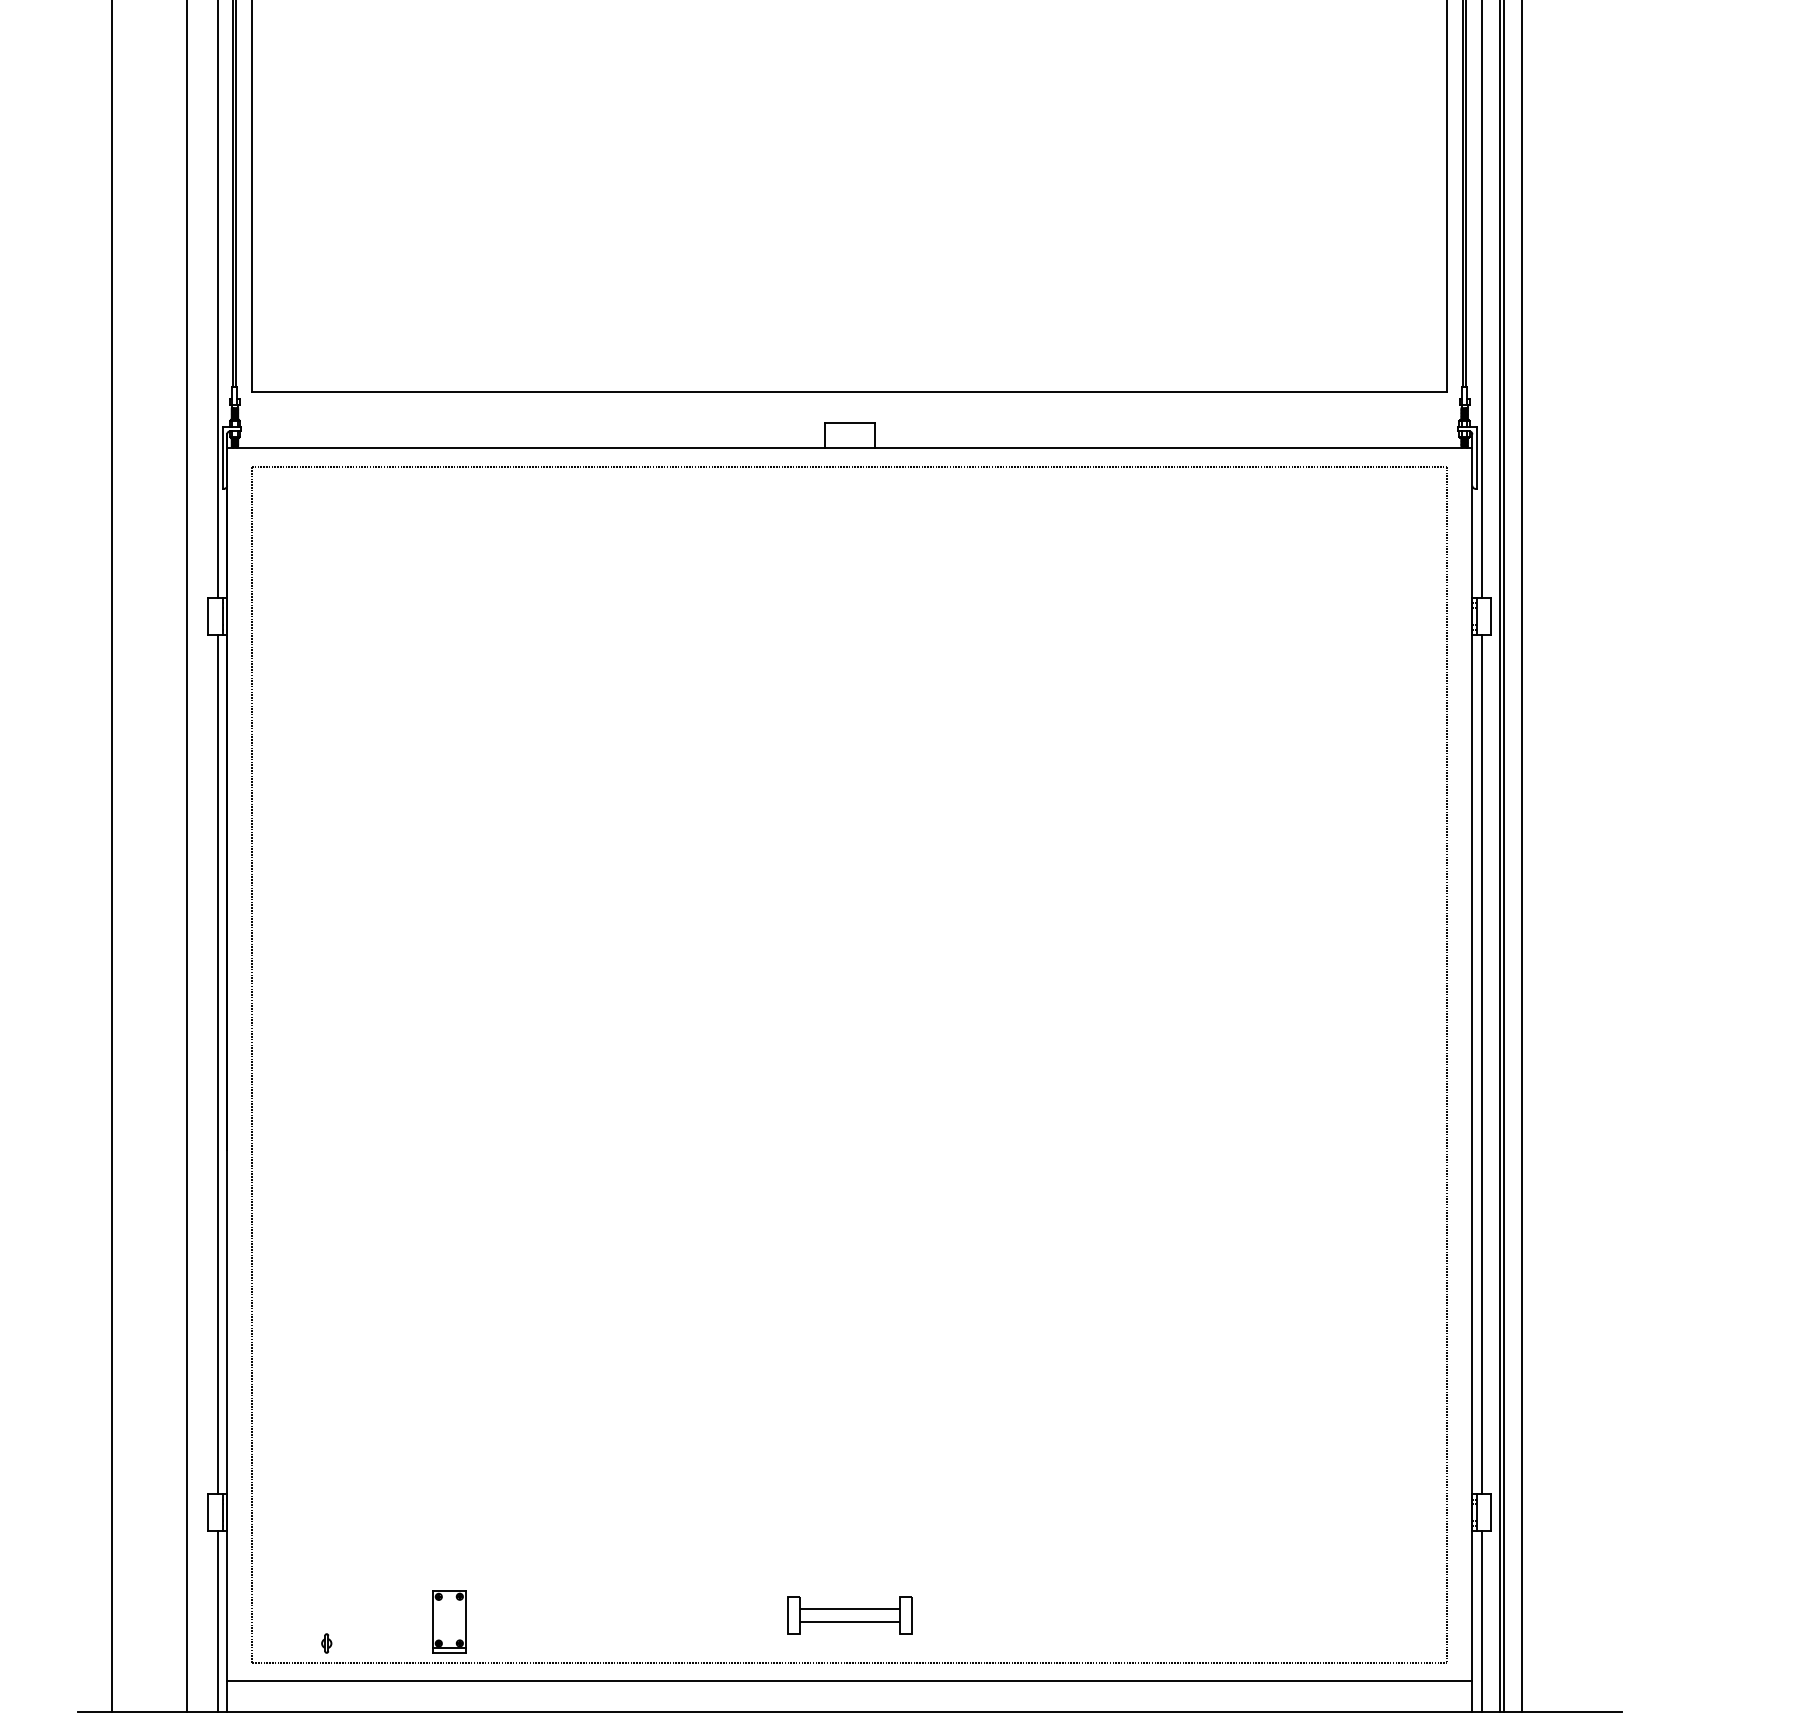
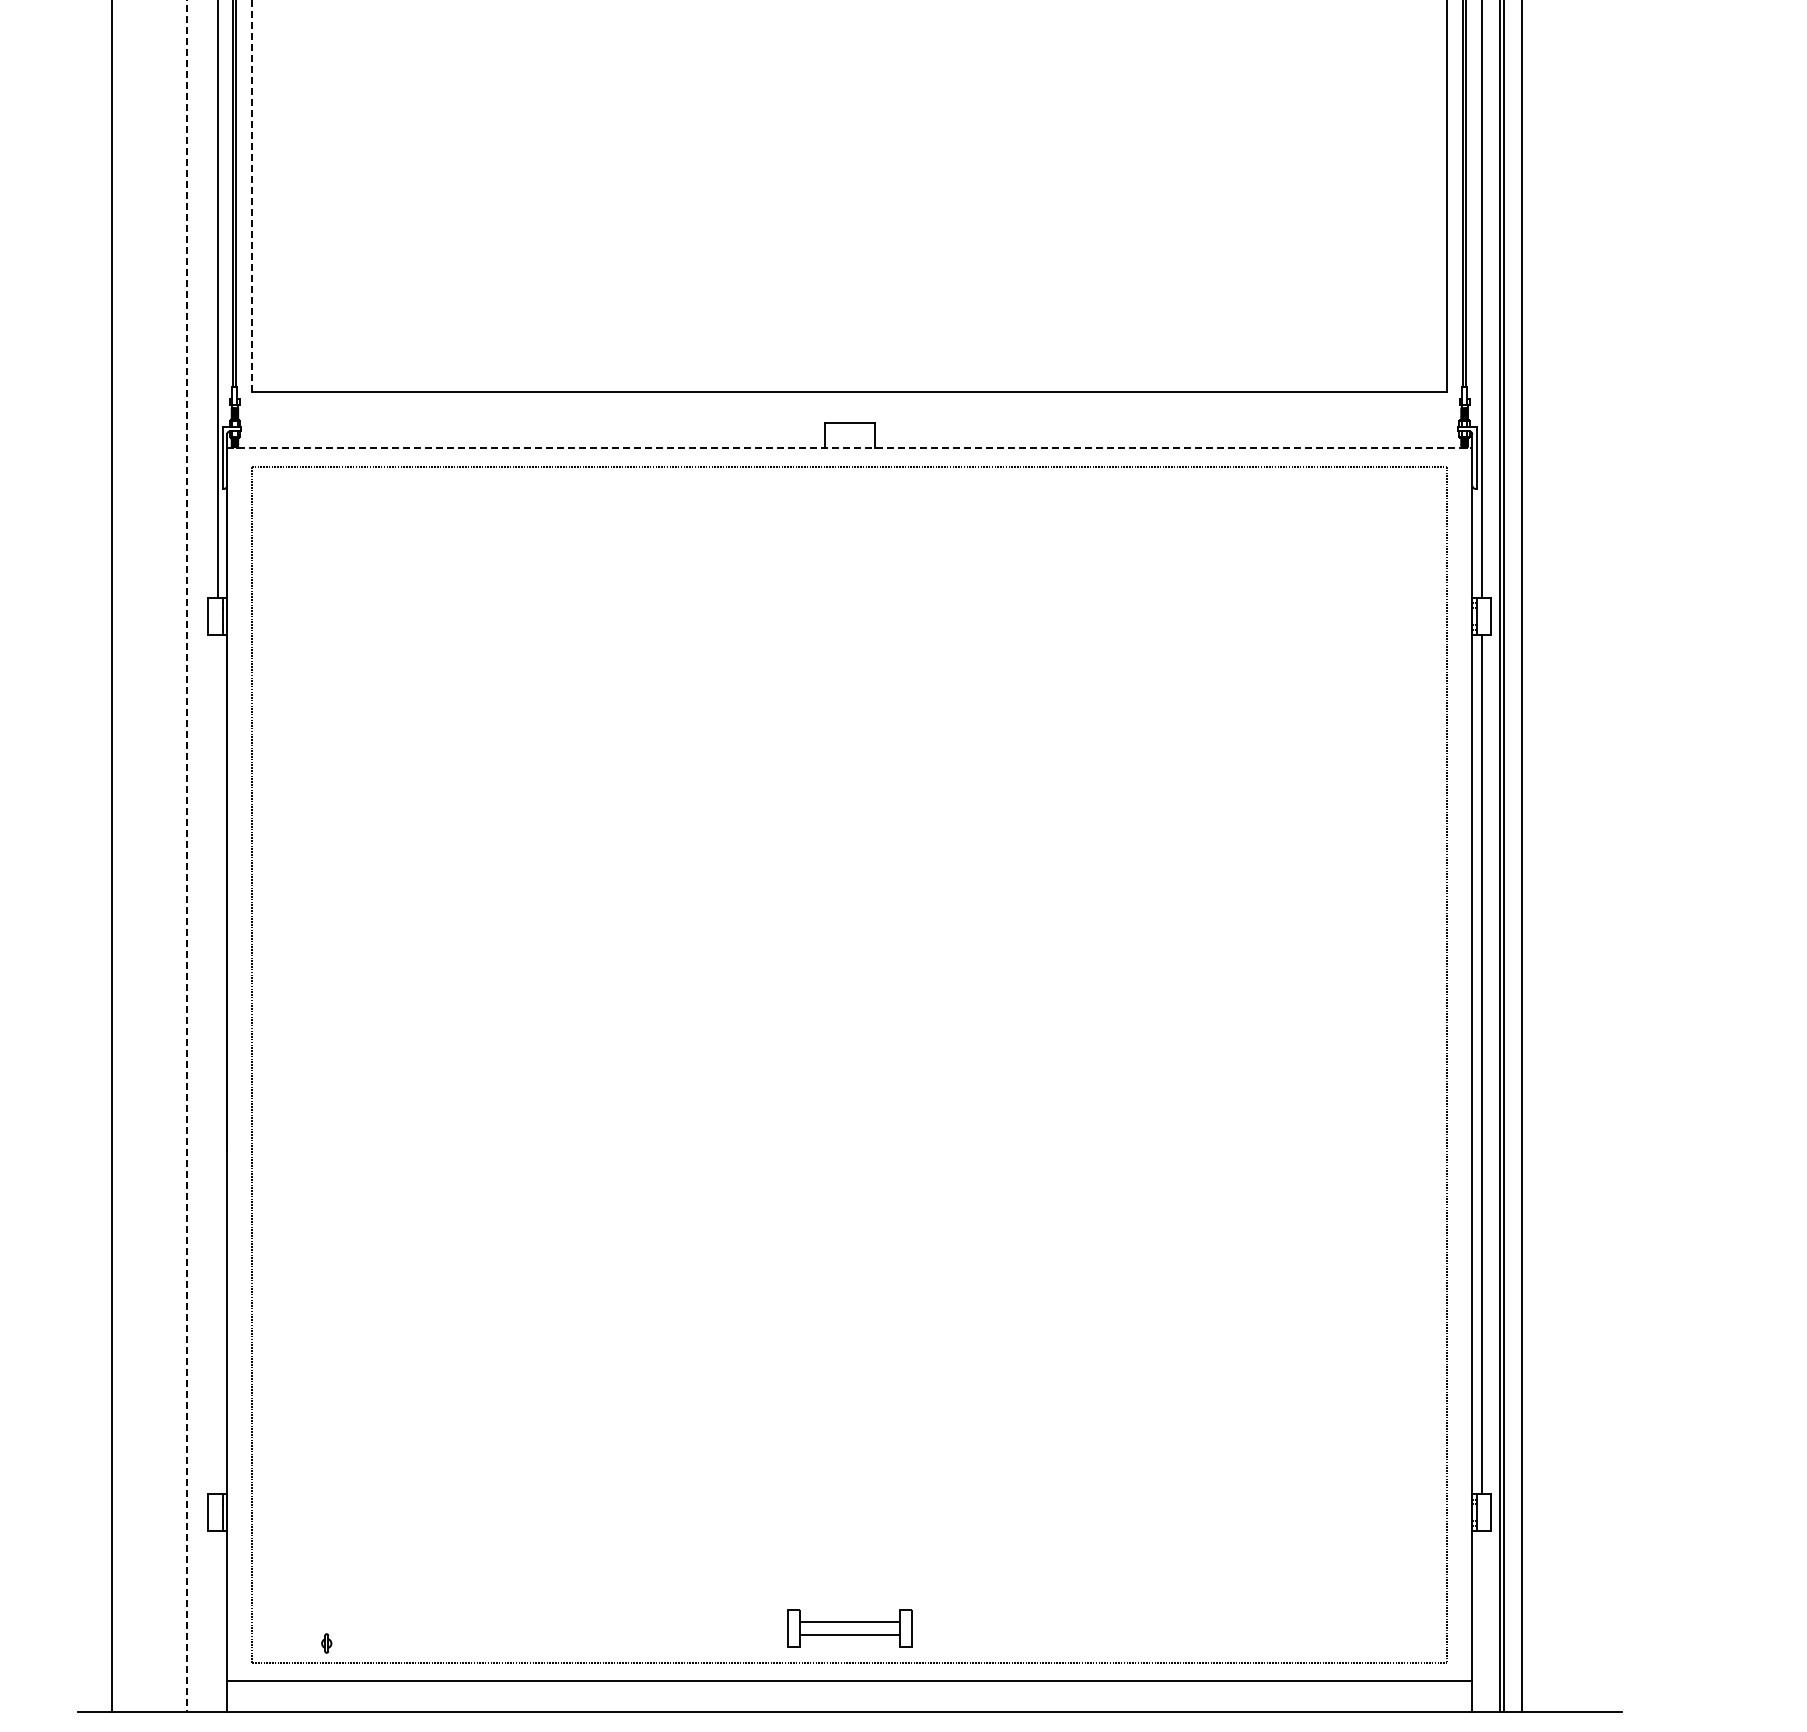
line at (252, 196): solid -> dashed
line at (849, 448): solid -> dashed
line at (186, 856): solid -> dashed
line at (217, 1064): present -> none
part at (849, 1615) position: (849, 1615) -> (849, 1628)
line at (217, 1621): present -> none
part at (449, 1621): present -> none
line at (1481, 1621): present -> none
